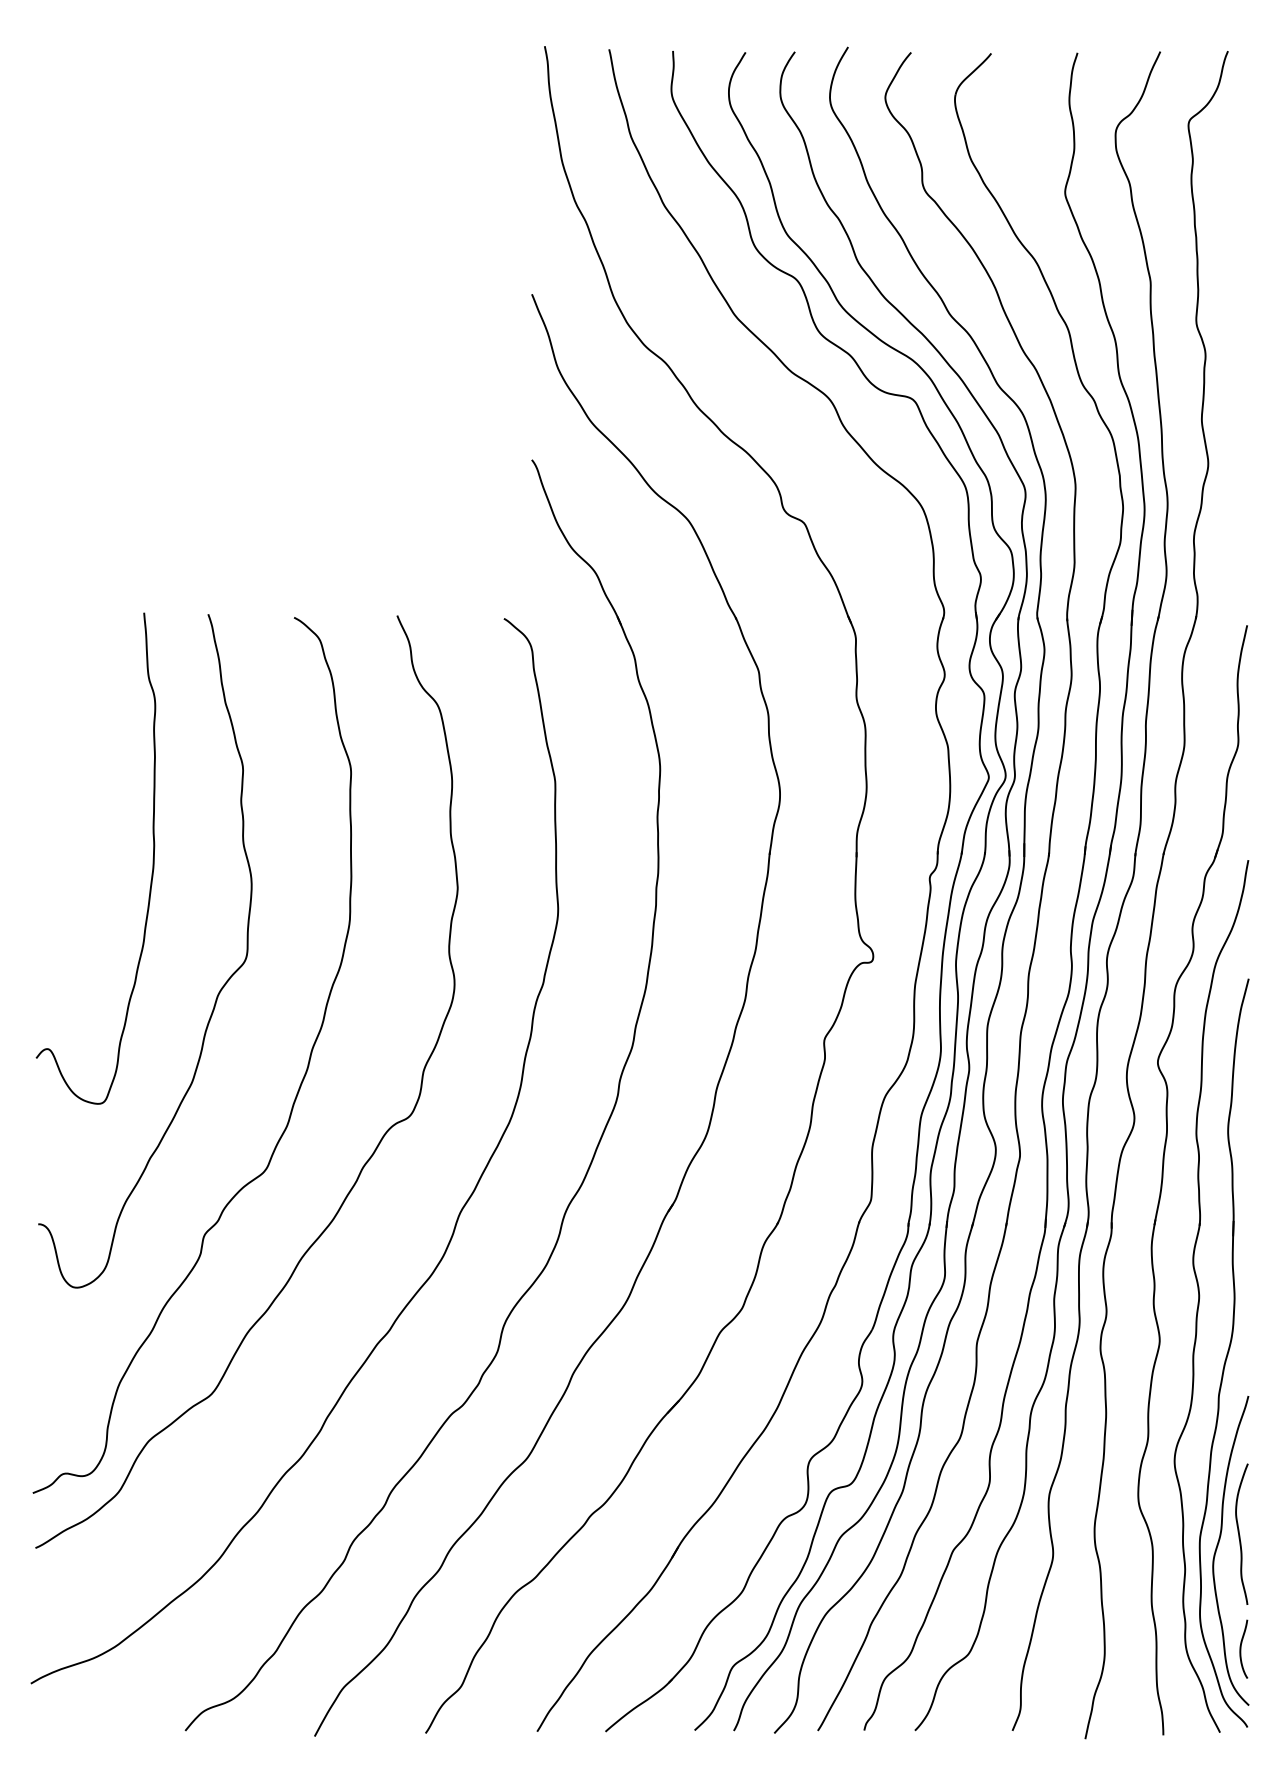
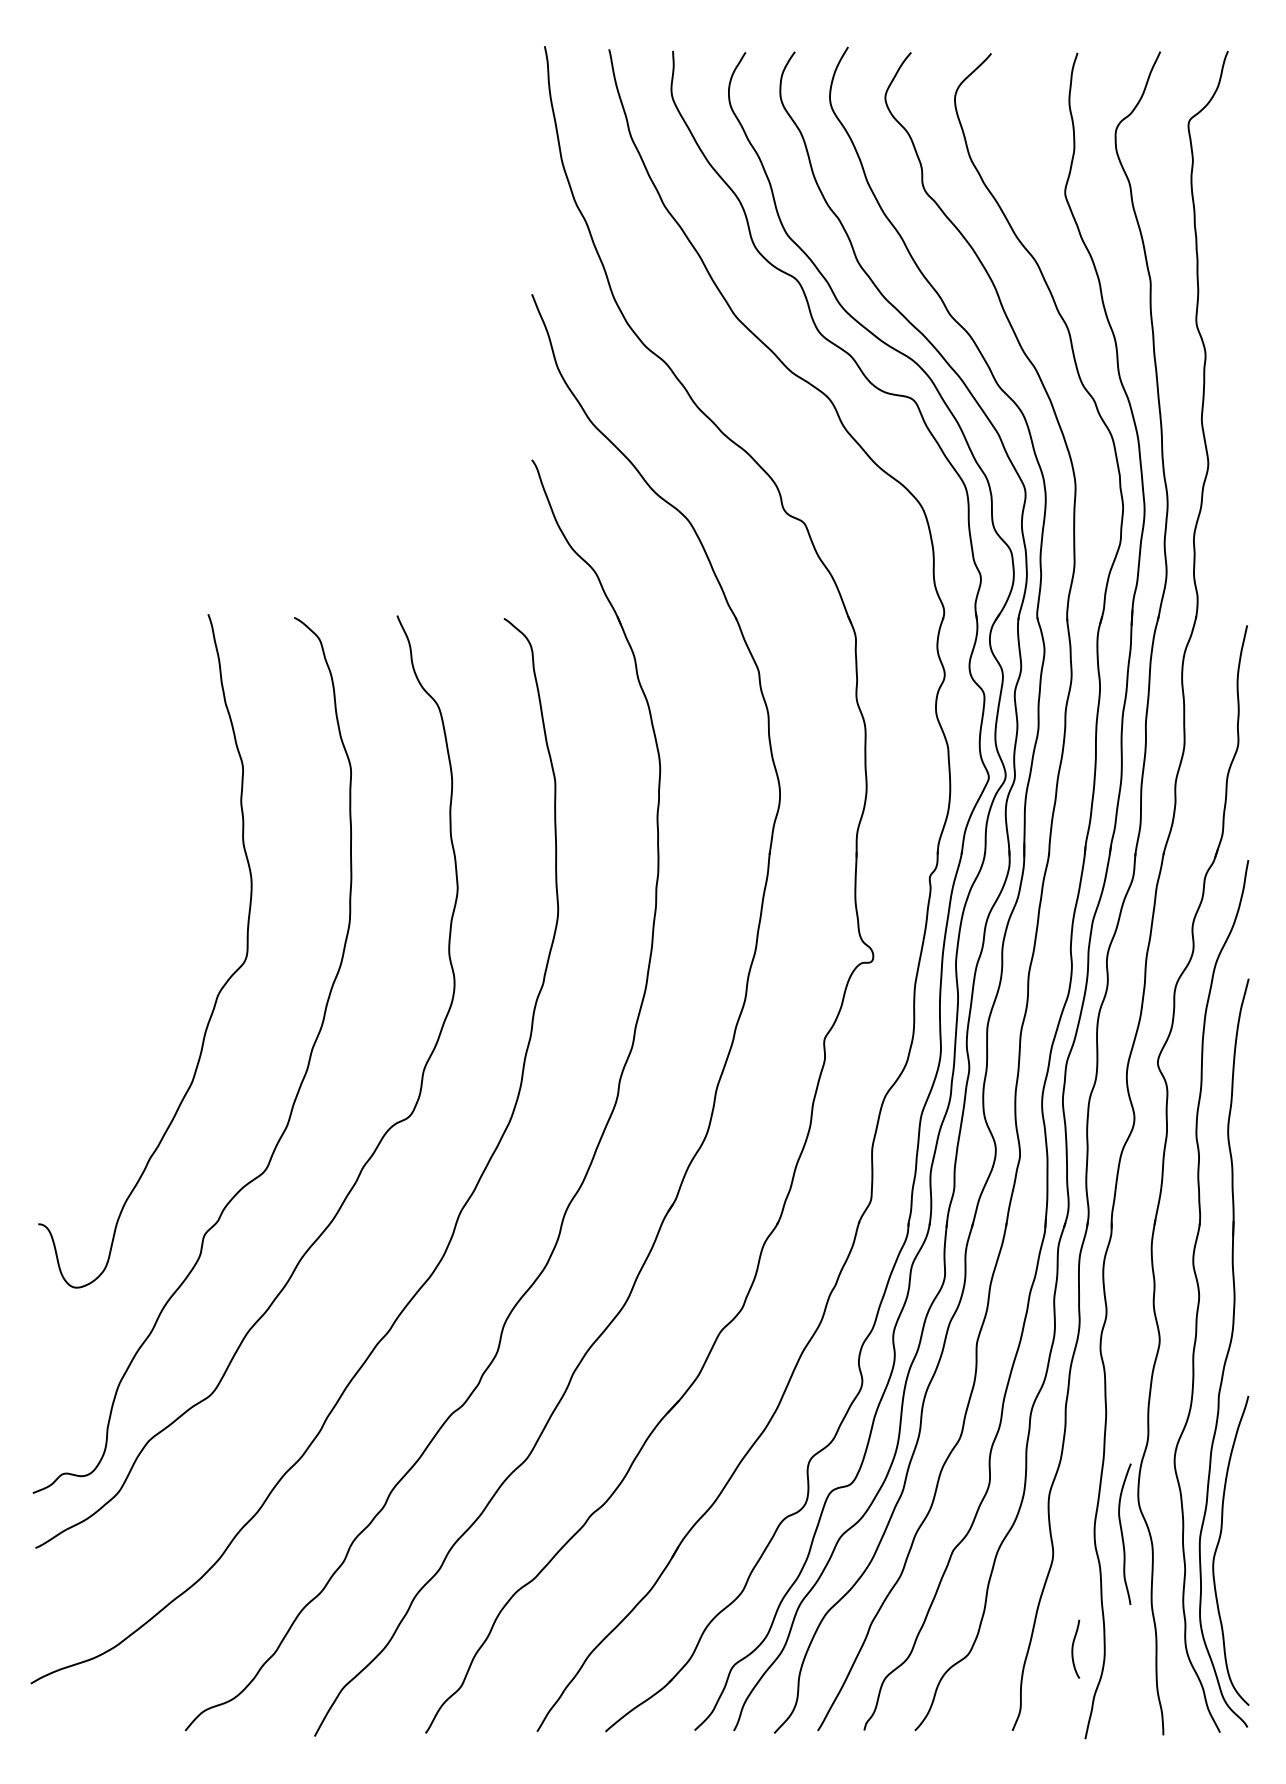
curve at (152, 858): present -> none
curve at (1239, 1533) position: (1239, 1533) -> (1122, 1533)
curve at (1241, 1648) position: (1241, 1648) -> (1073, 1648)
